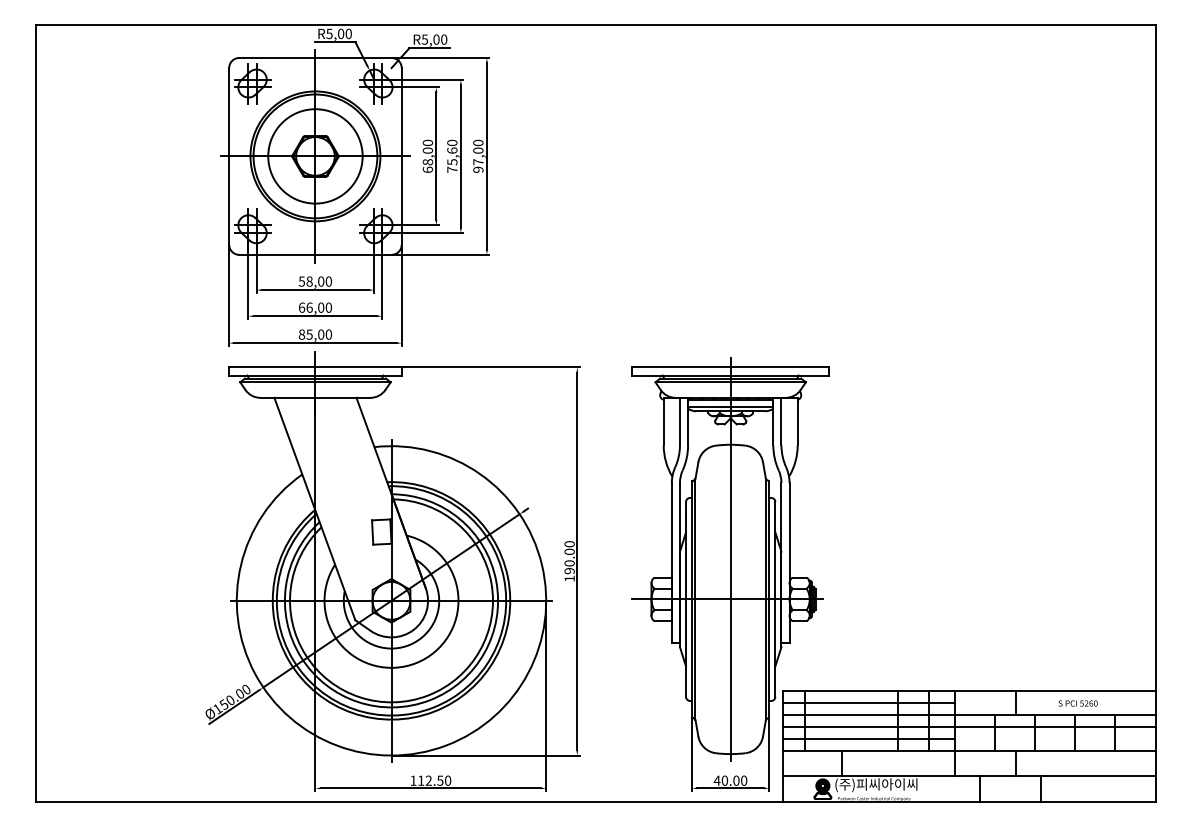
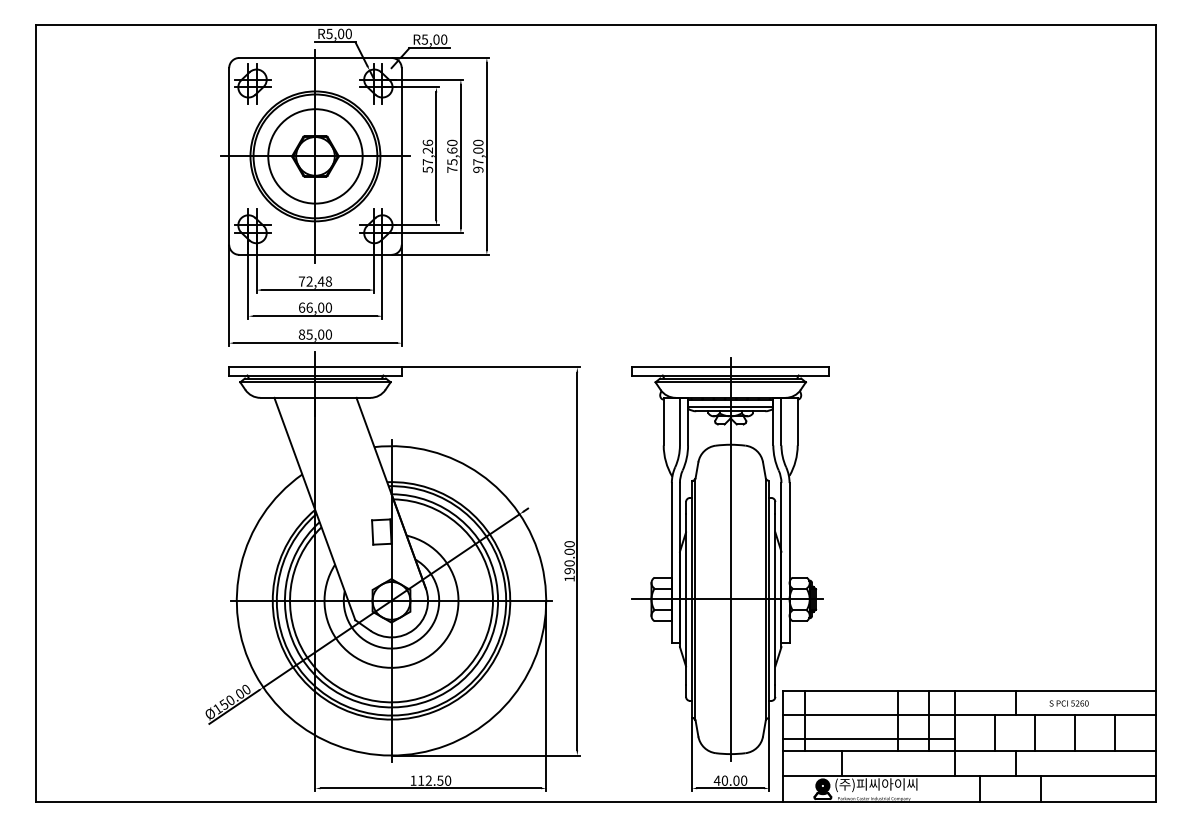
text at (427, 156): 68,00 -> 57,26
text at (315, 281): 58,00 -> 72,48
line at (868, 702): present -> none
text at (1077, 703) position: (1077, 703) -> (1068, 703)
line at (969, 727): present -> none
